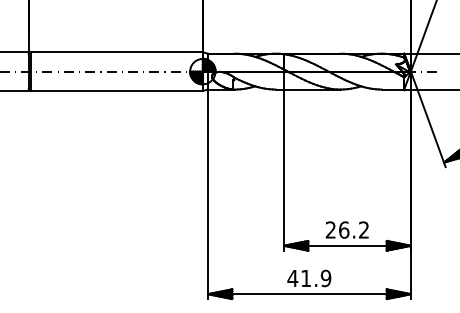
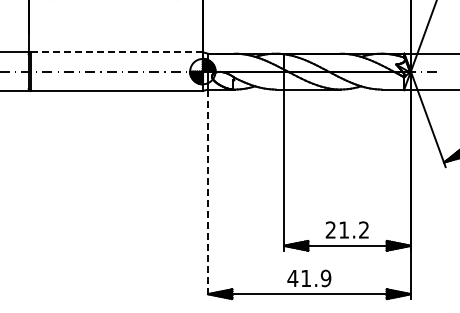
line at (116, 52): solid -> dashed
line at (208, 194): solid -> dashed
text at (344, 229): 26.2 -> 21.2
